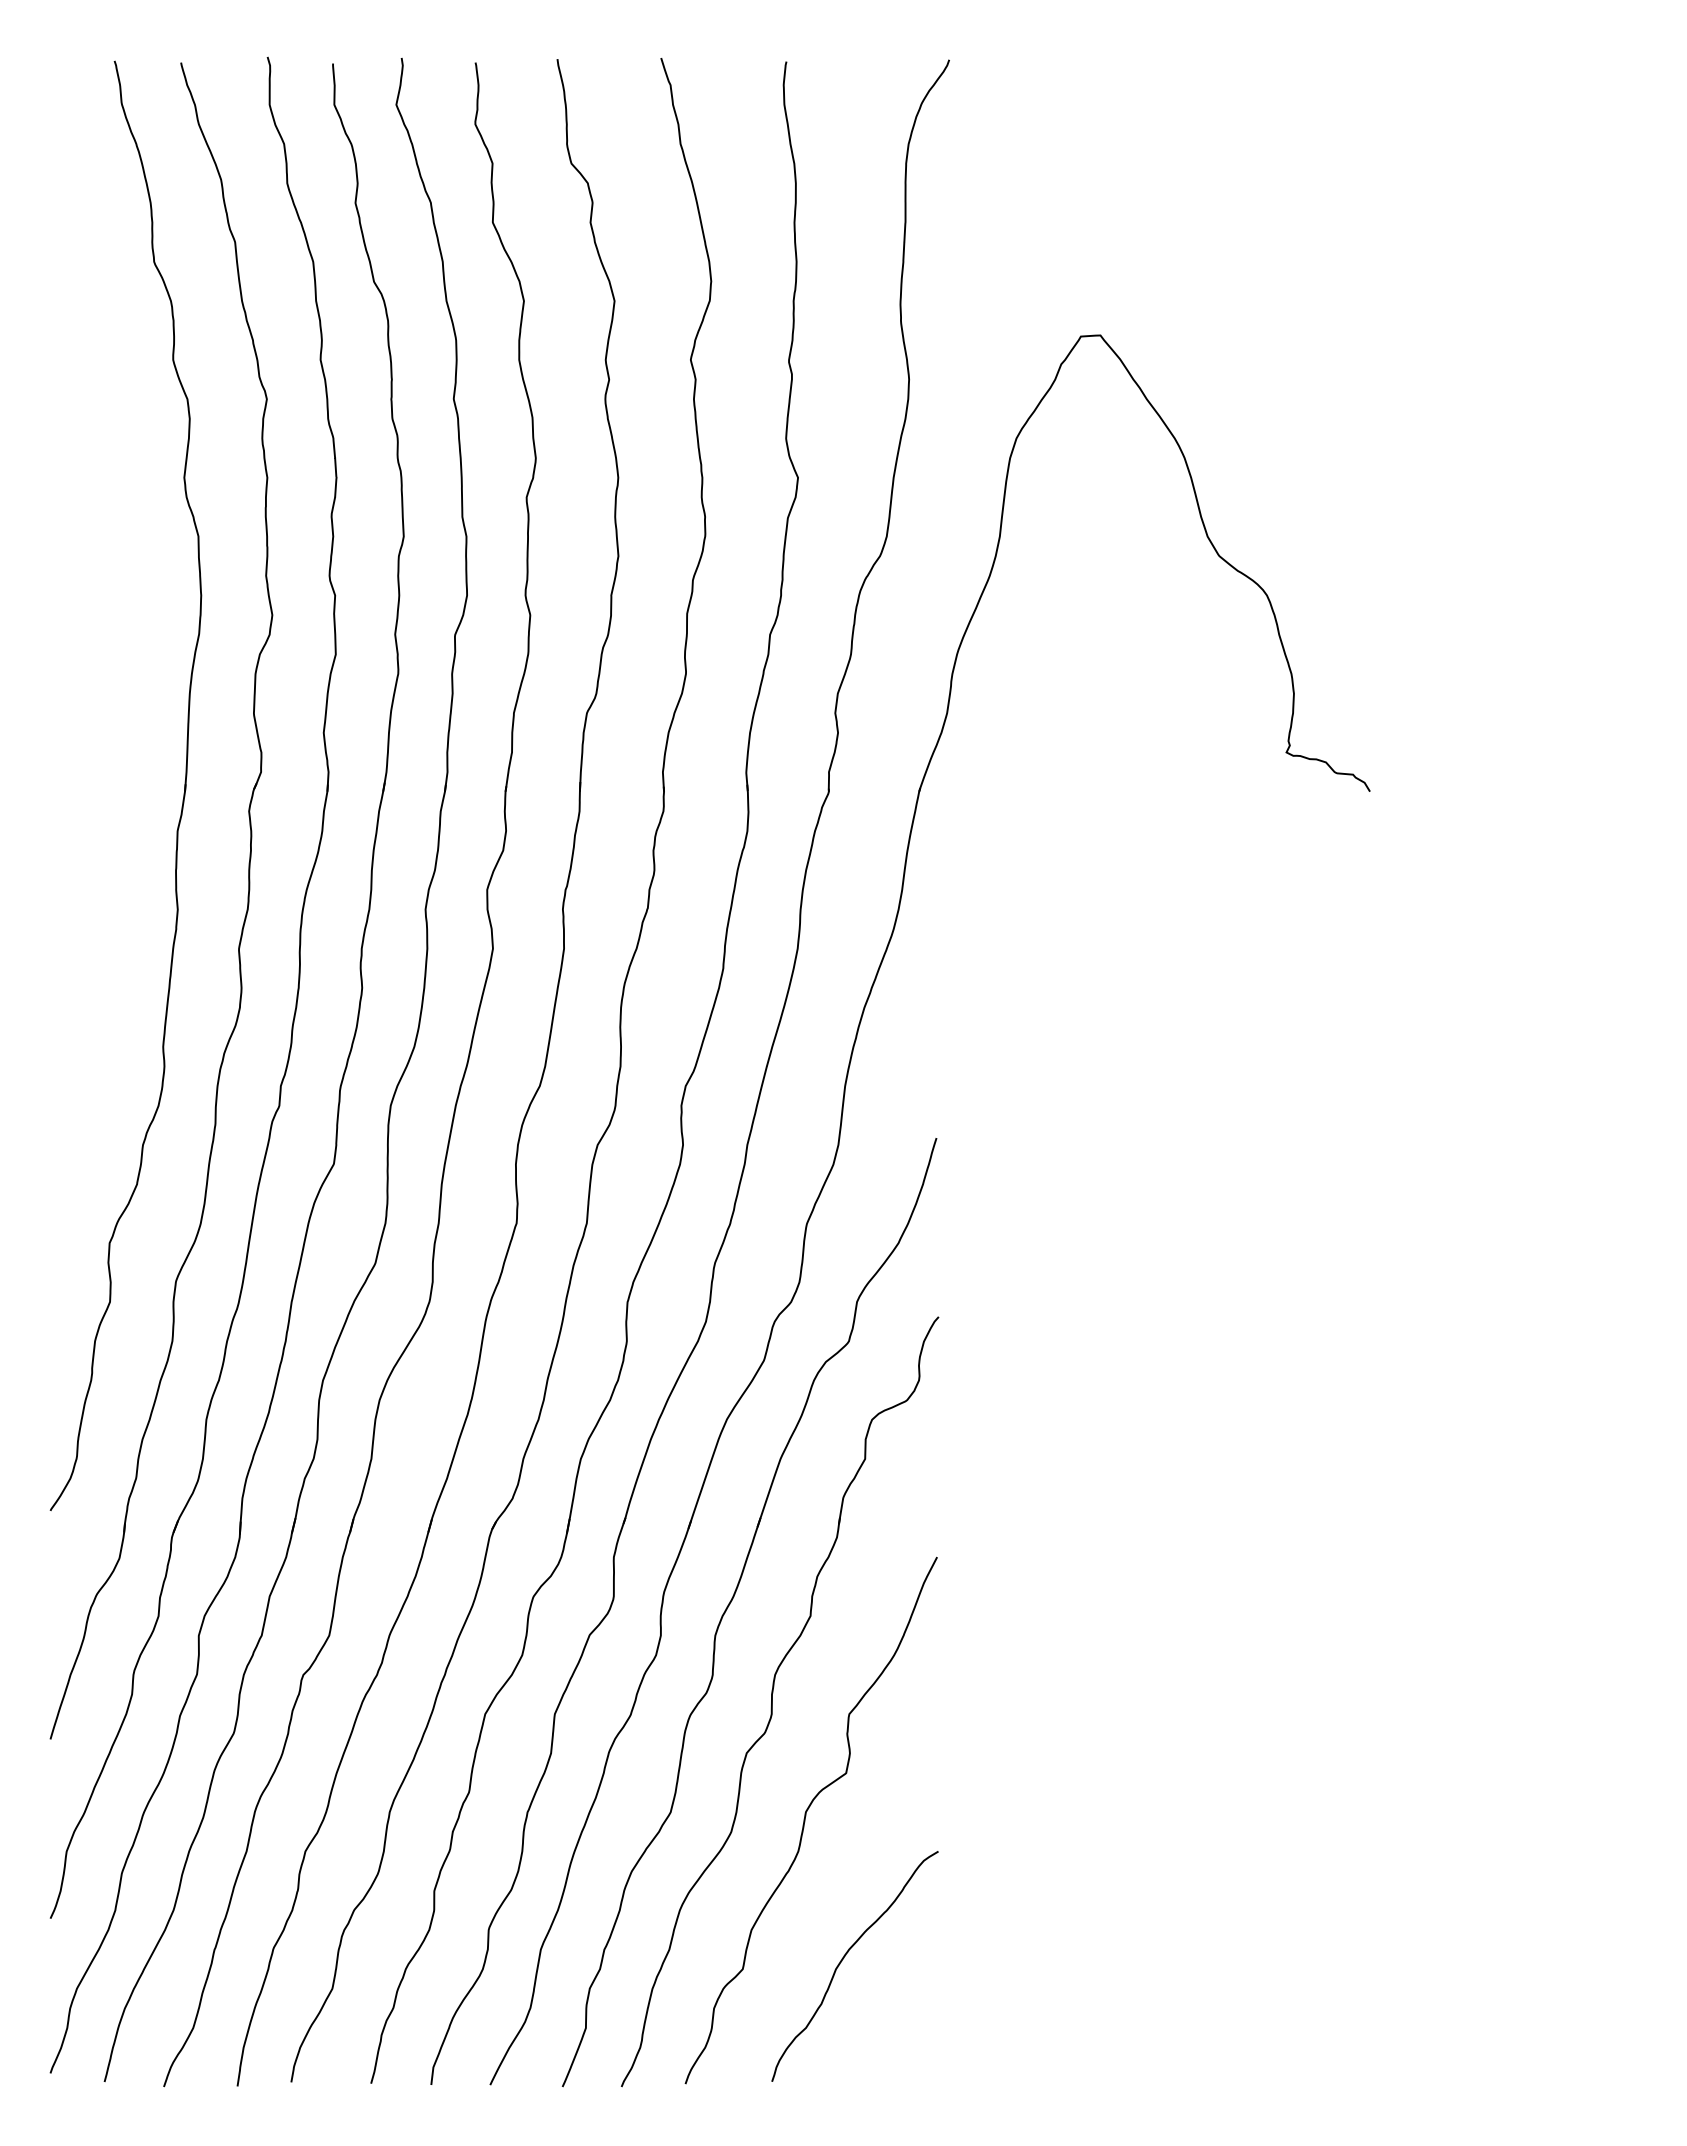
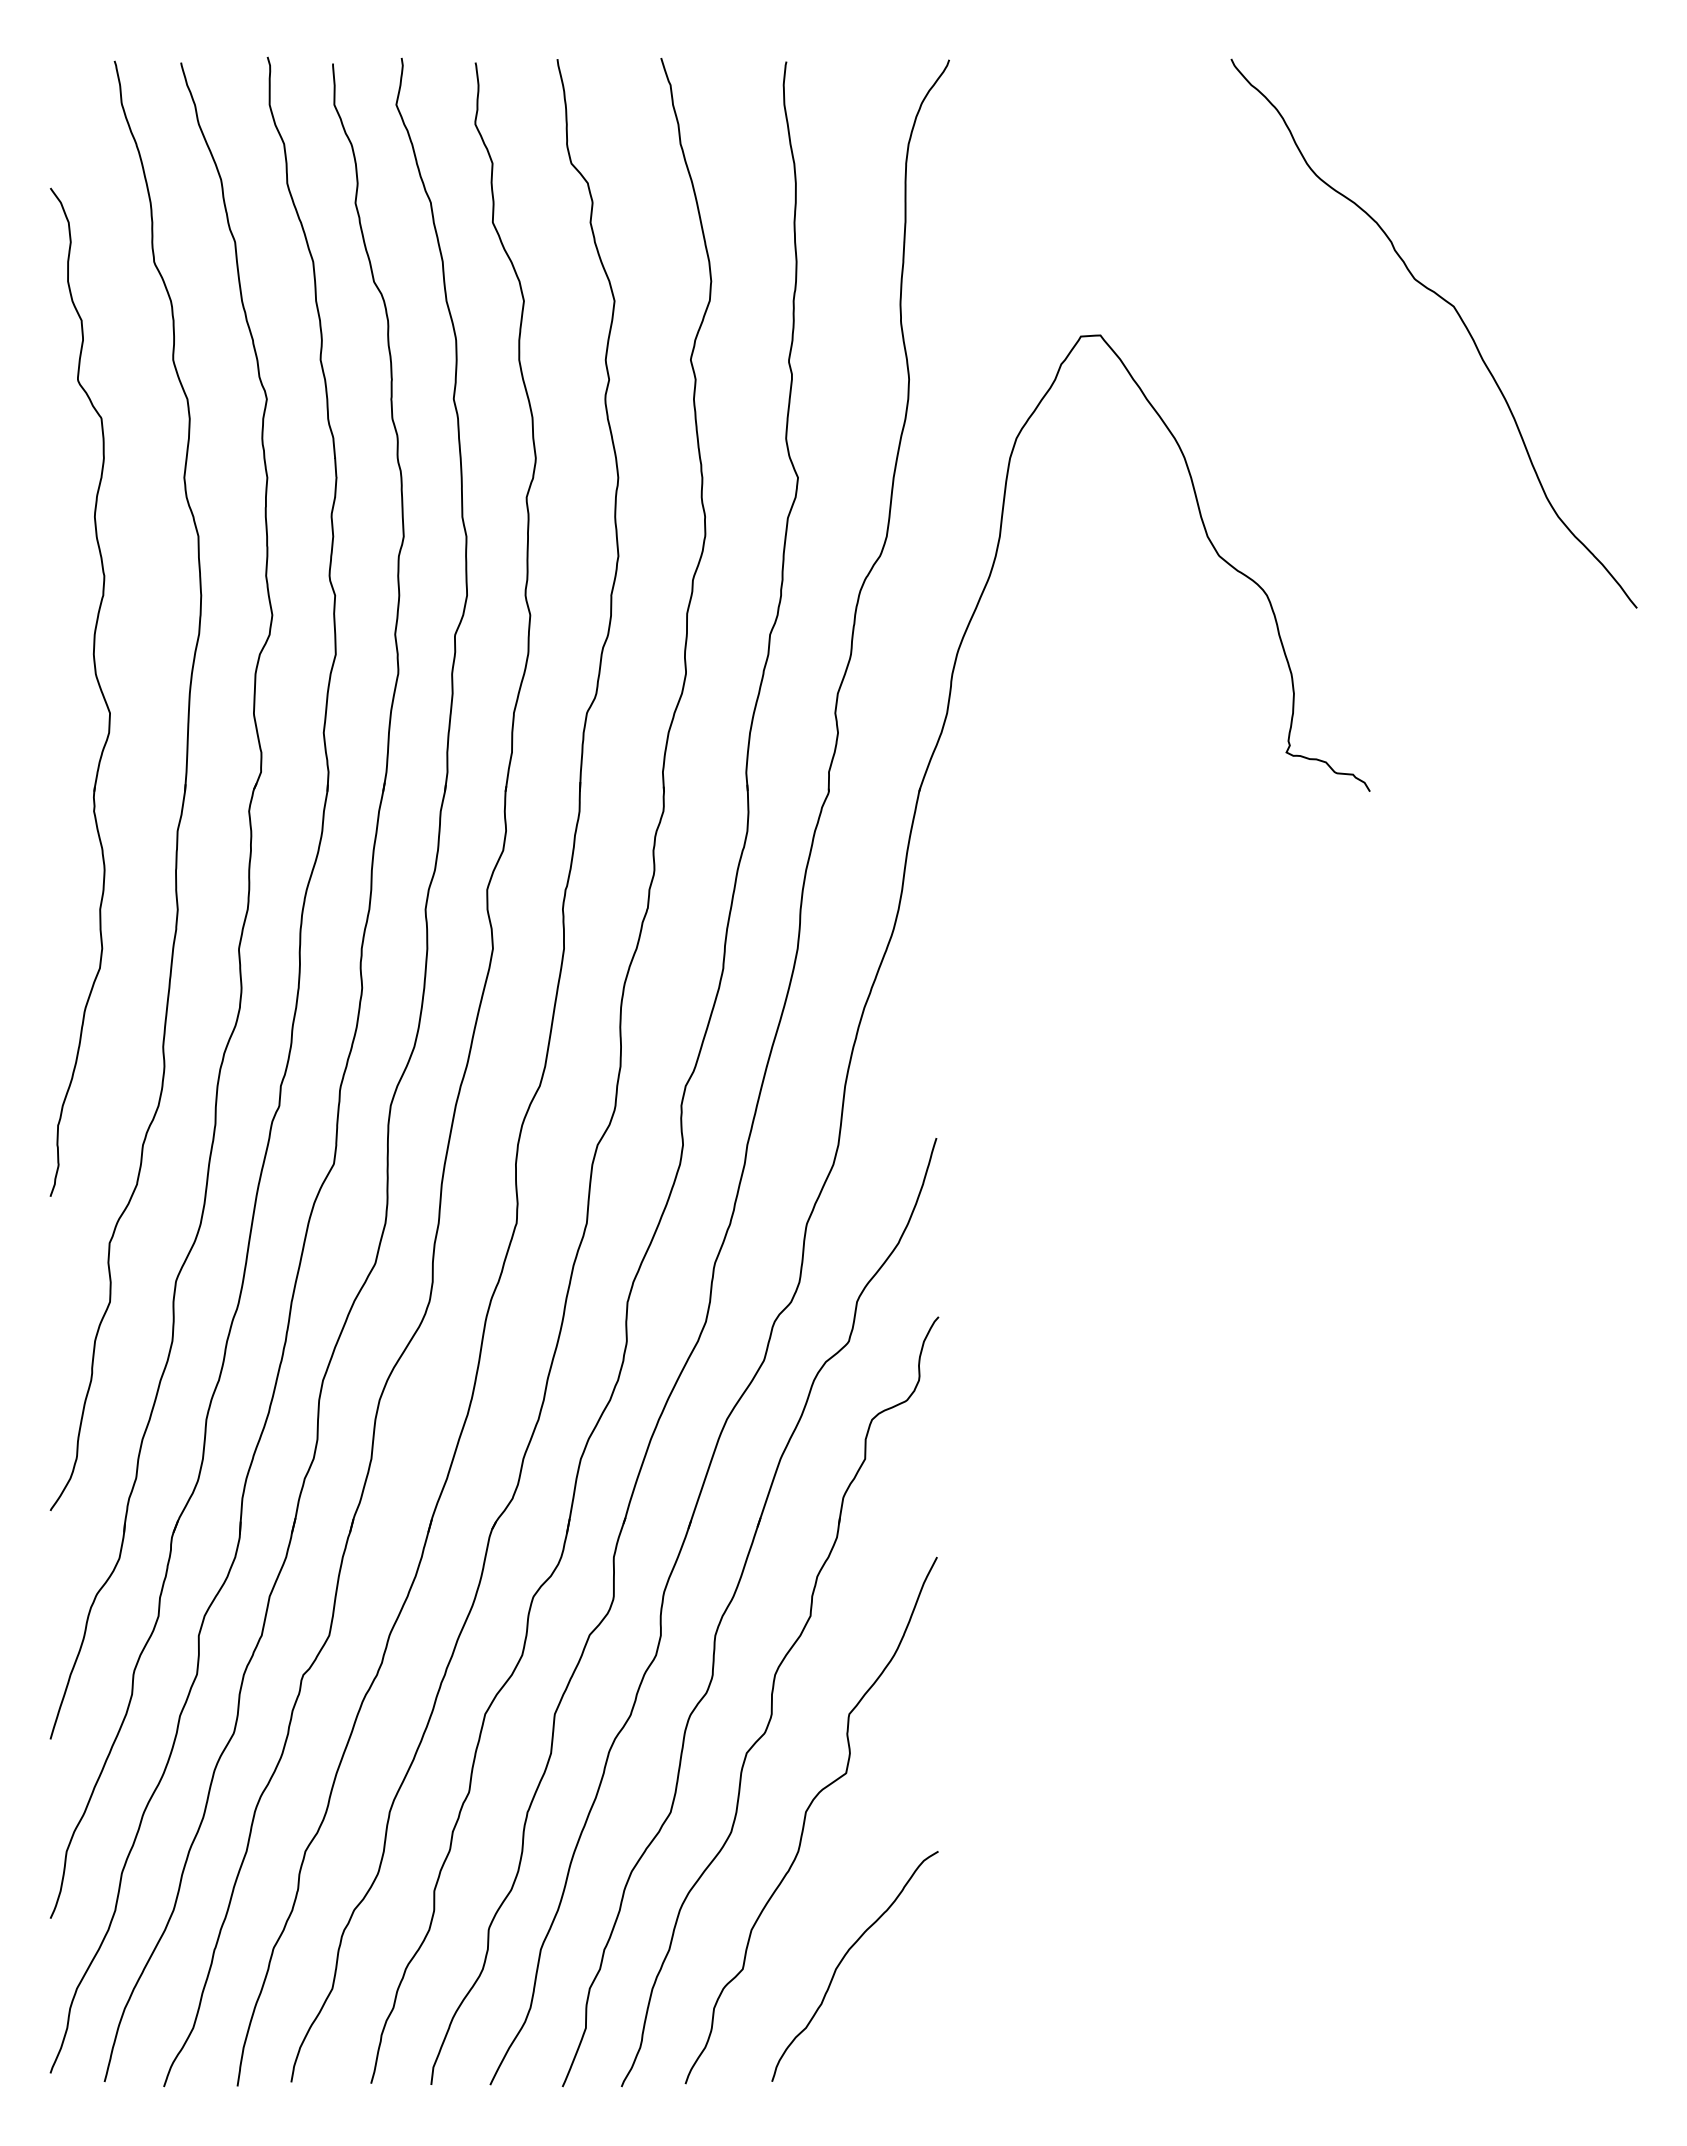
curve at (1458, 316): none -> present
part at (98, 686): none -> present
